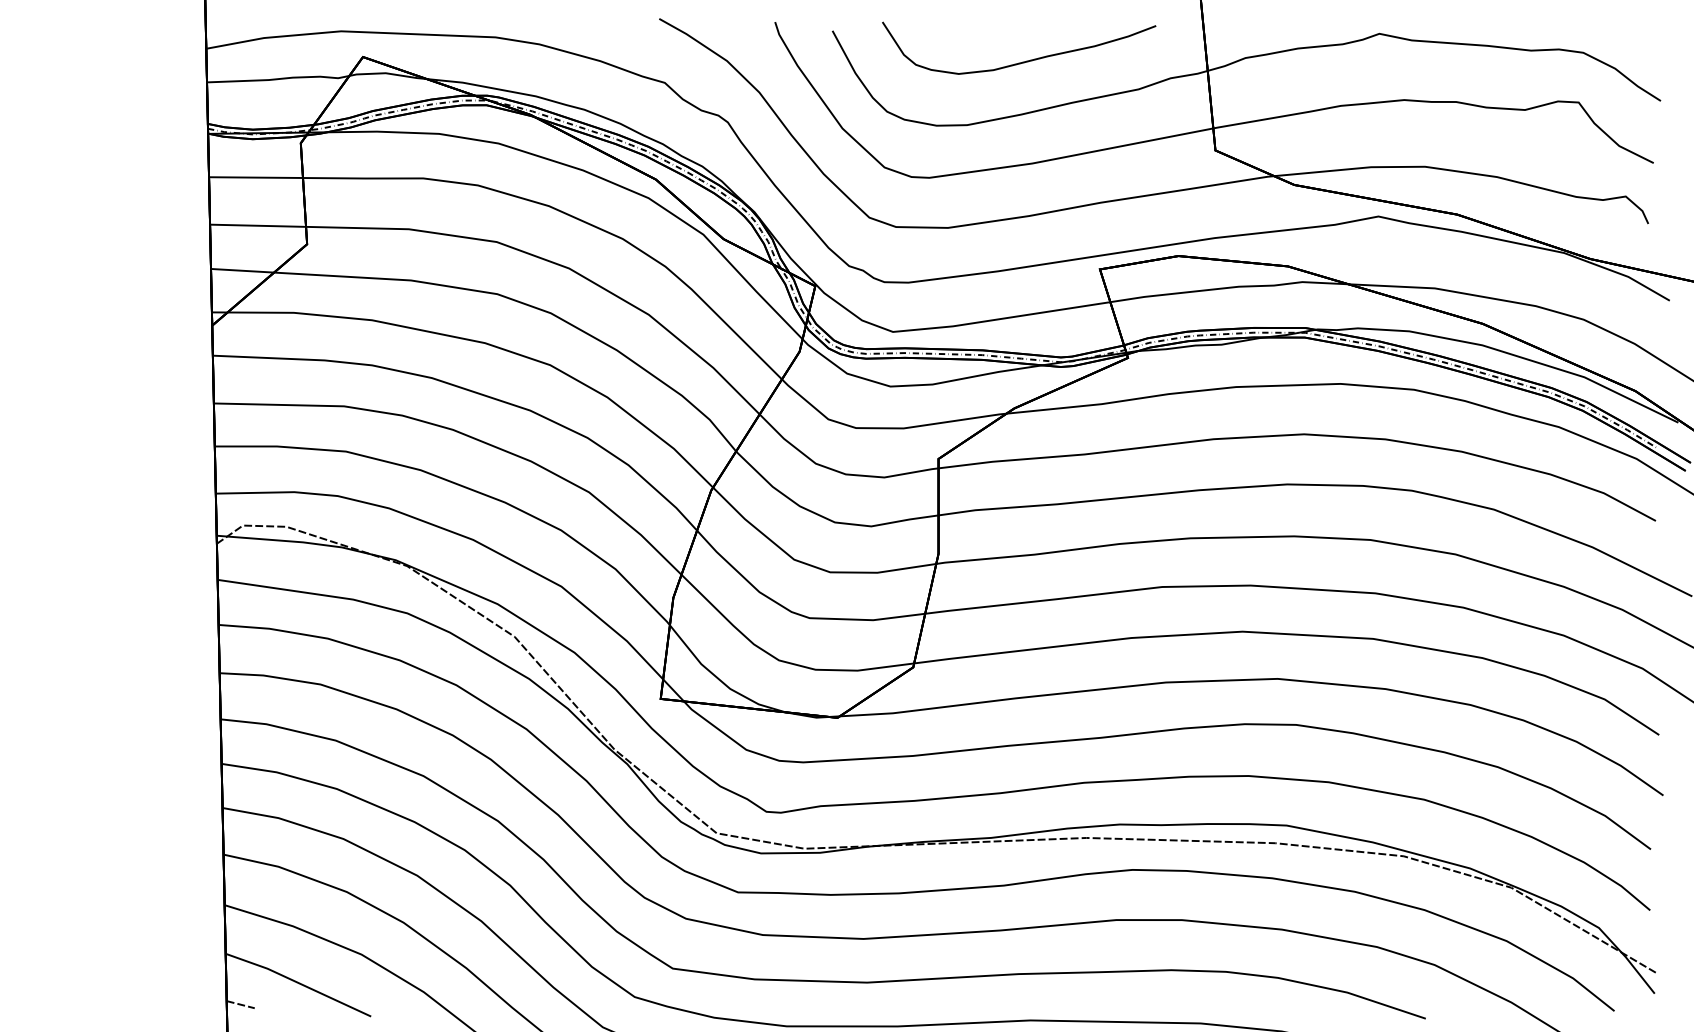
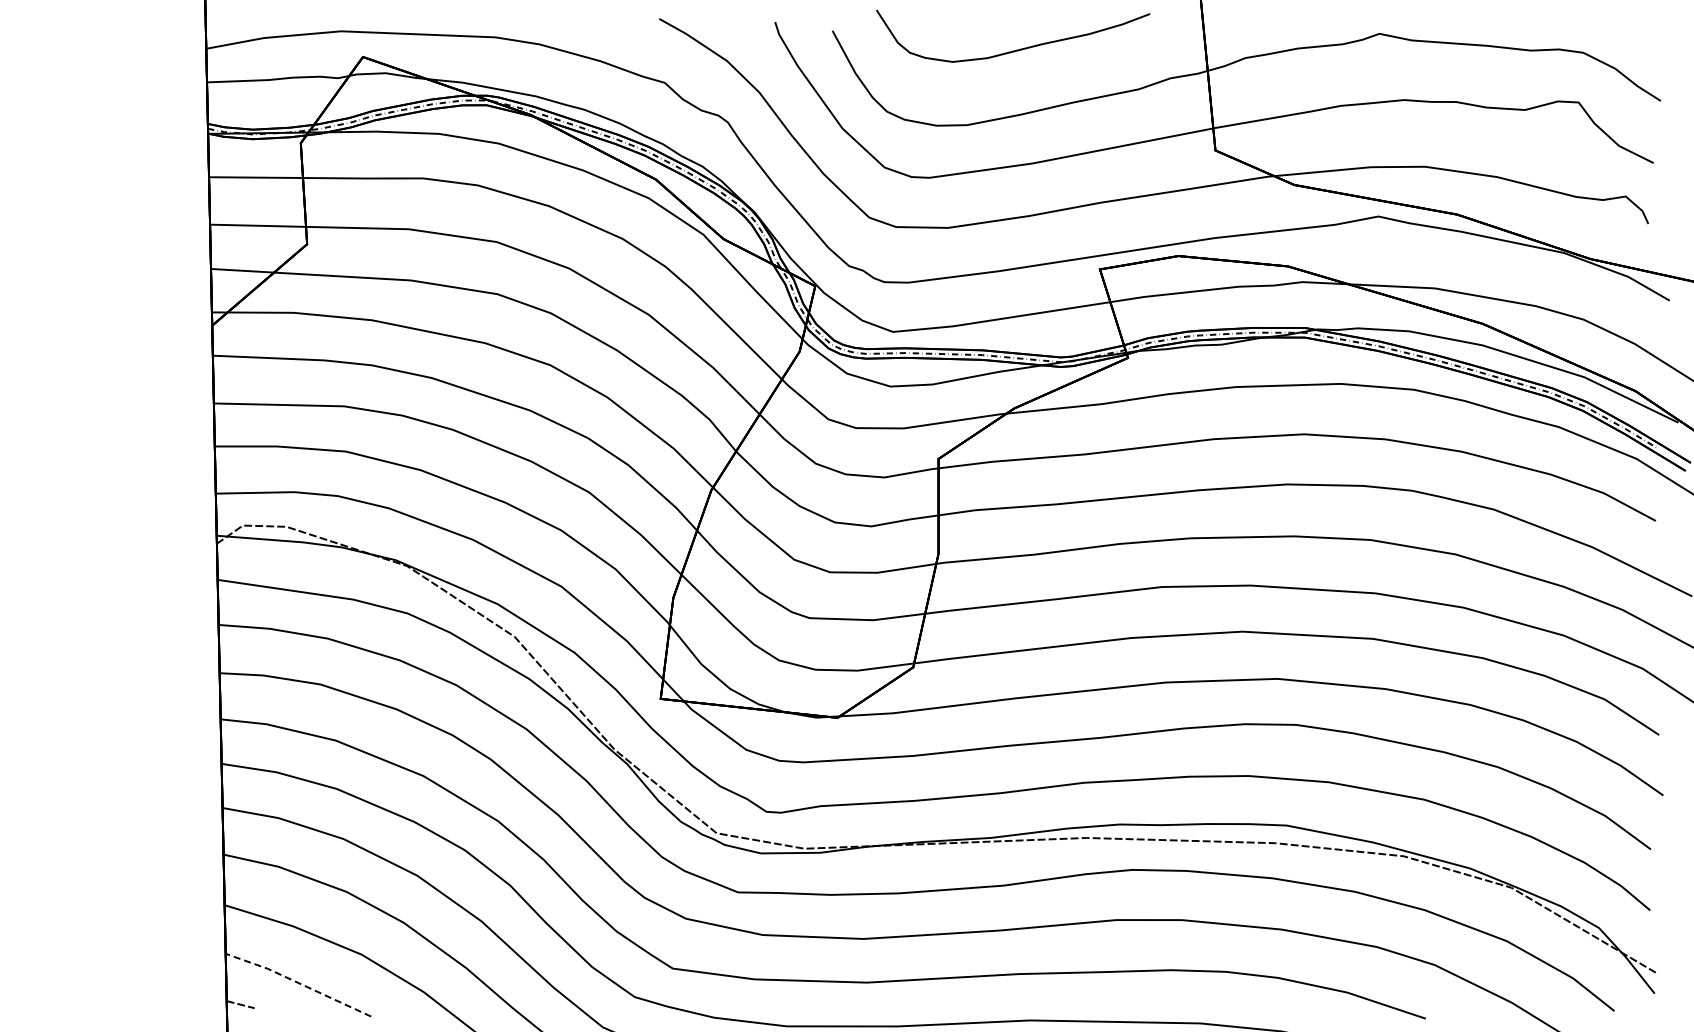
curve at (1022, 61) position: (1022, 61) -> (1016, 49)
line at (297, 982): solid -> dashed
